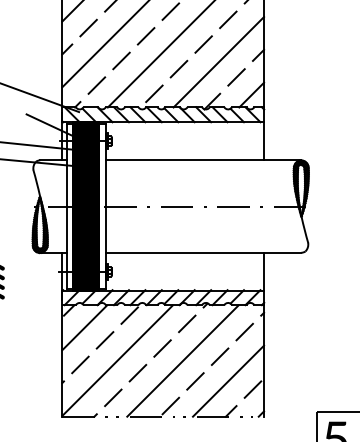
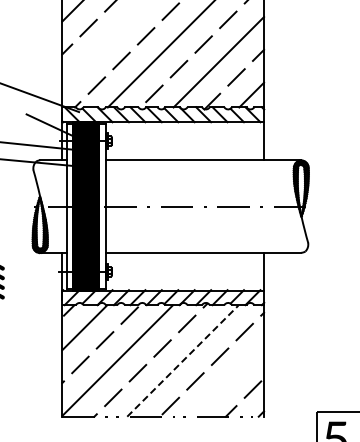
line at (104, 44): present -> none
line at (182, 361): solid -> dashed
line at (228, 380): present -> none
